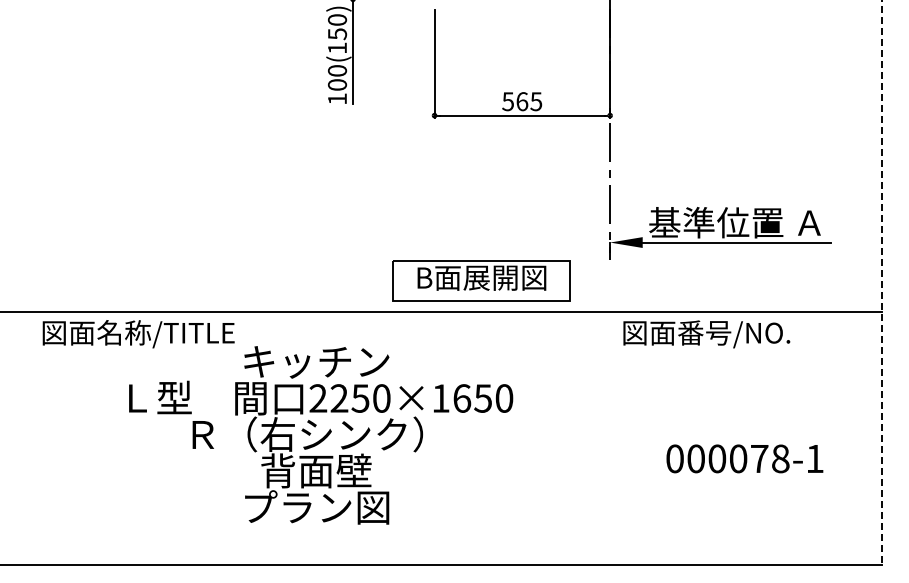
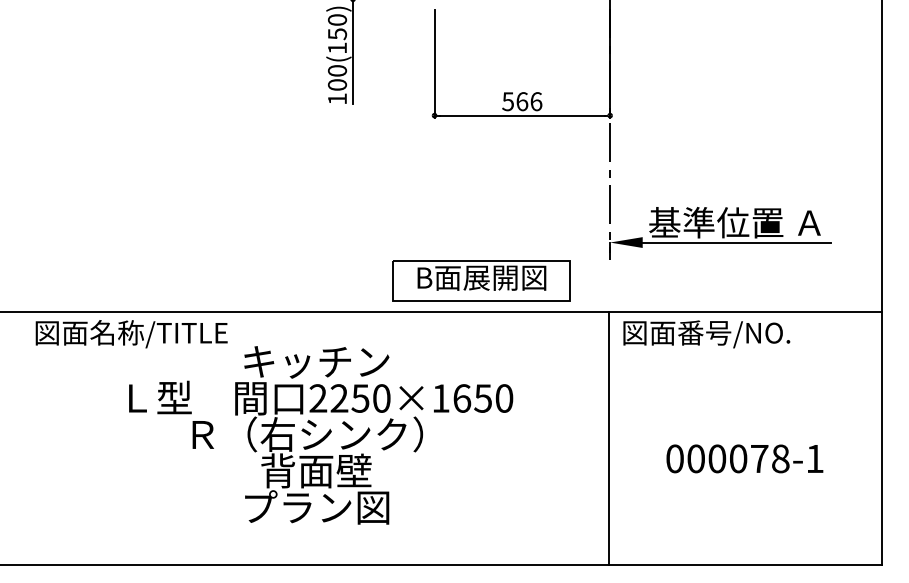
text at (536, 101): 565 -> 566
line at (881, 283): dashed -> solid
text at (138, 334) position: (138, 334) -> (131, 334)
line at (608, 438): none -> present
